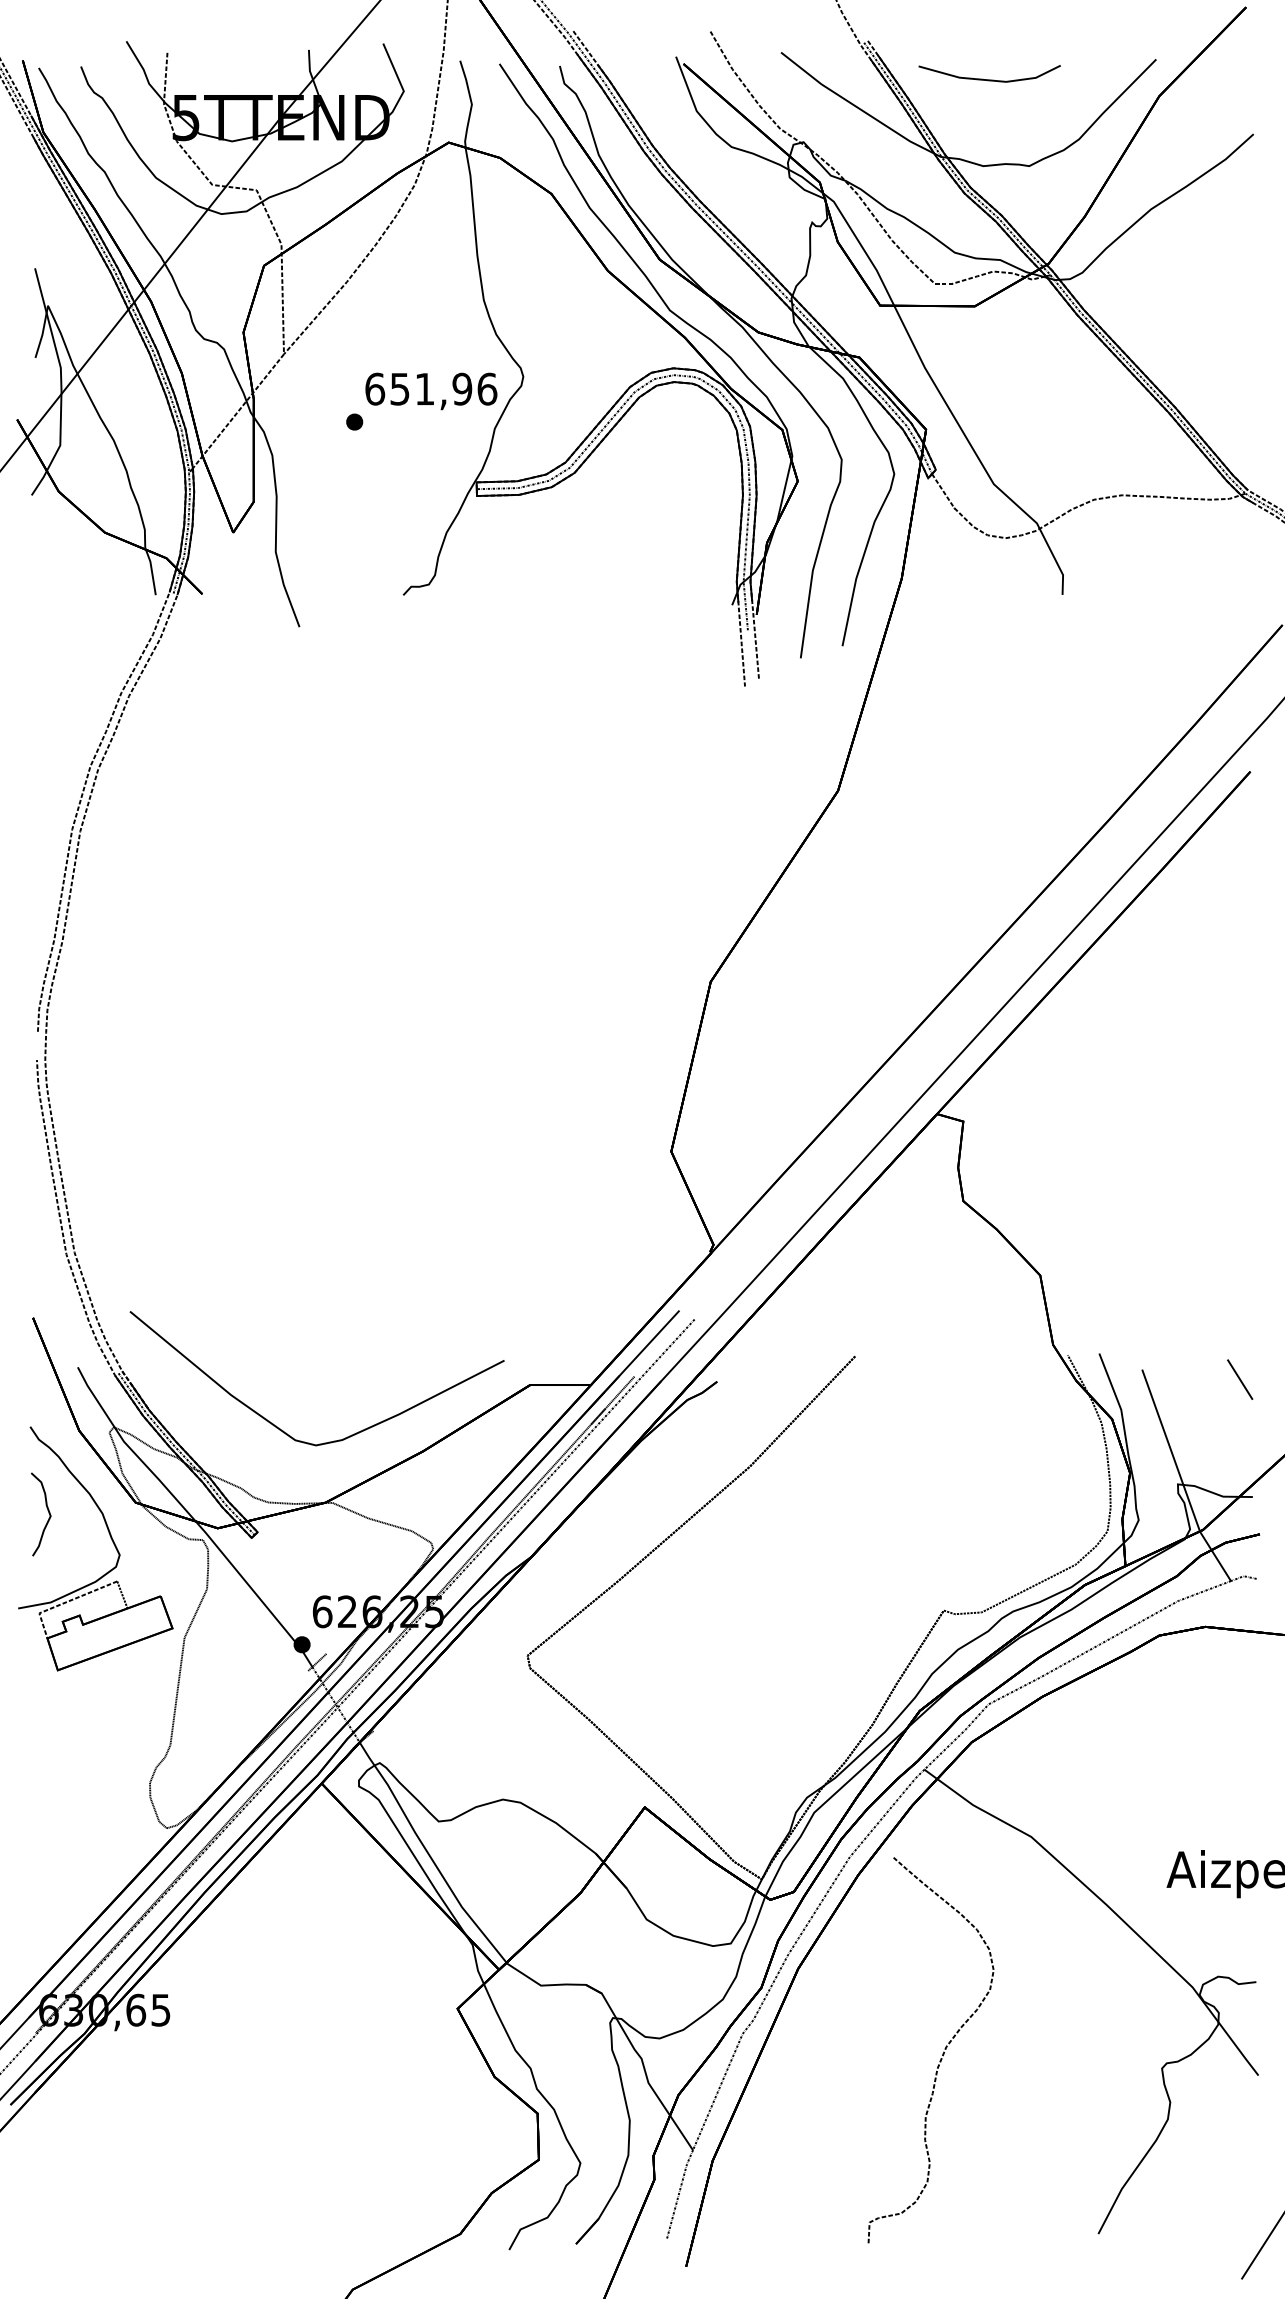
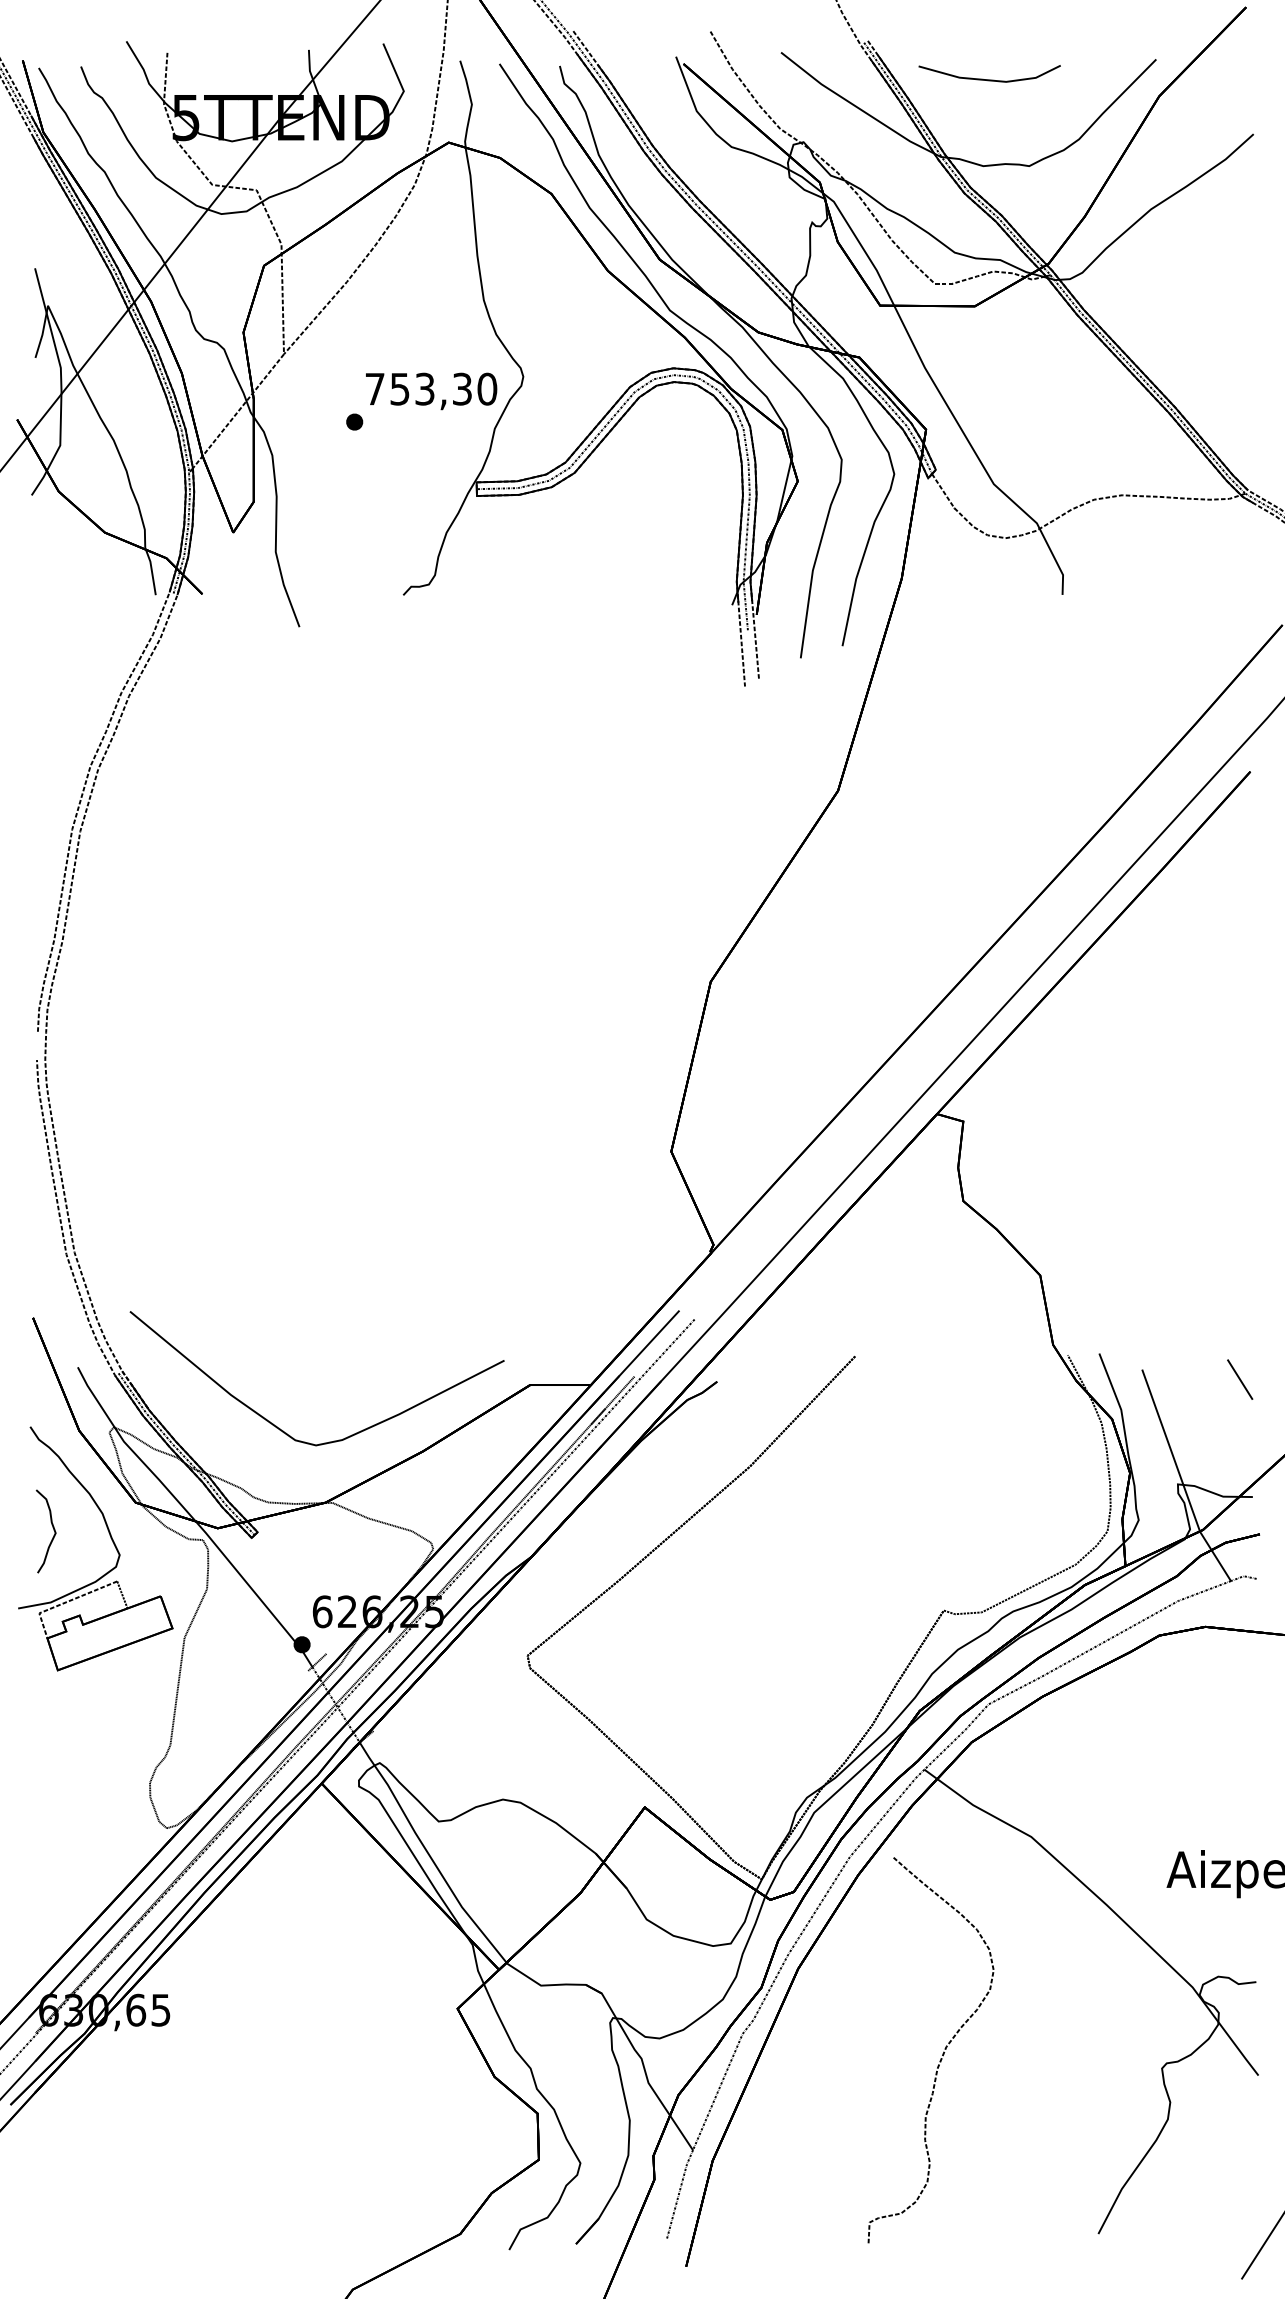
text at (431, 388): 651,96 -> 753,30
part at (47, 1510) position: (47, 1510) -> (52, 1527)
